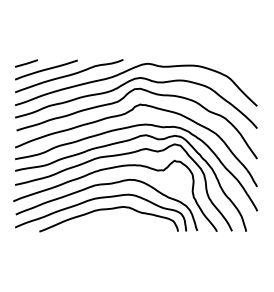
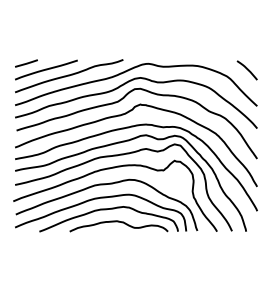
line at (246, 69): none -> present
curve at (118, 222): none -> present
